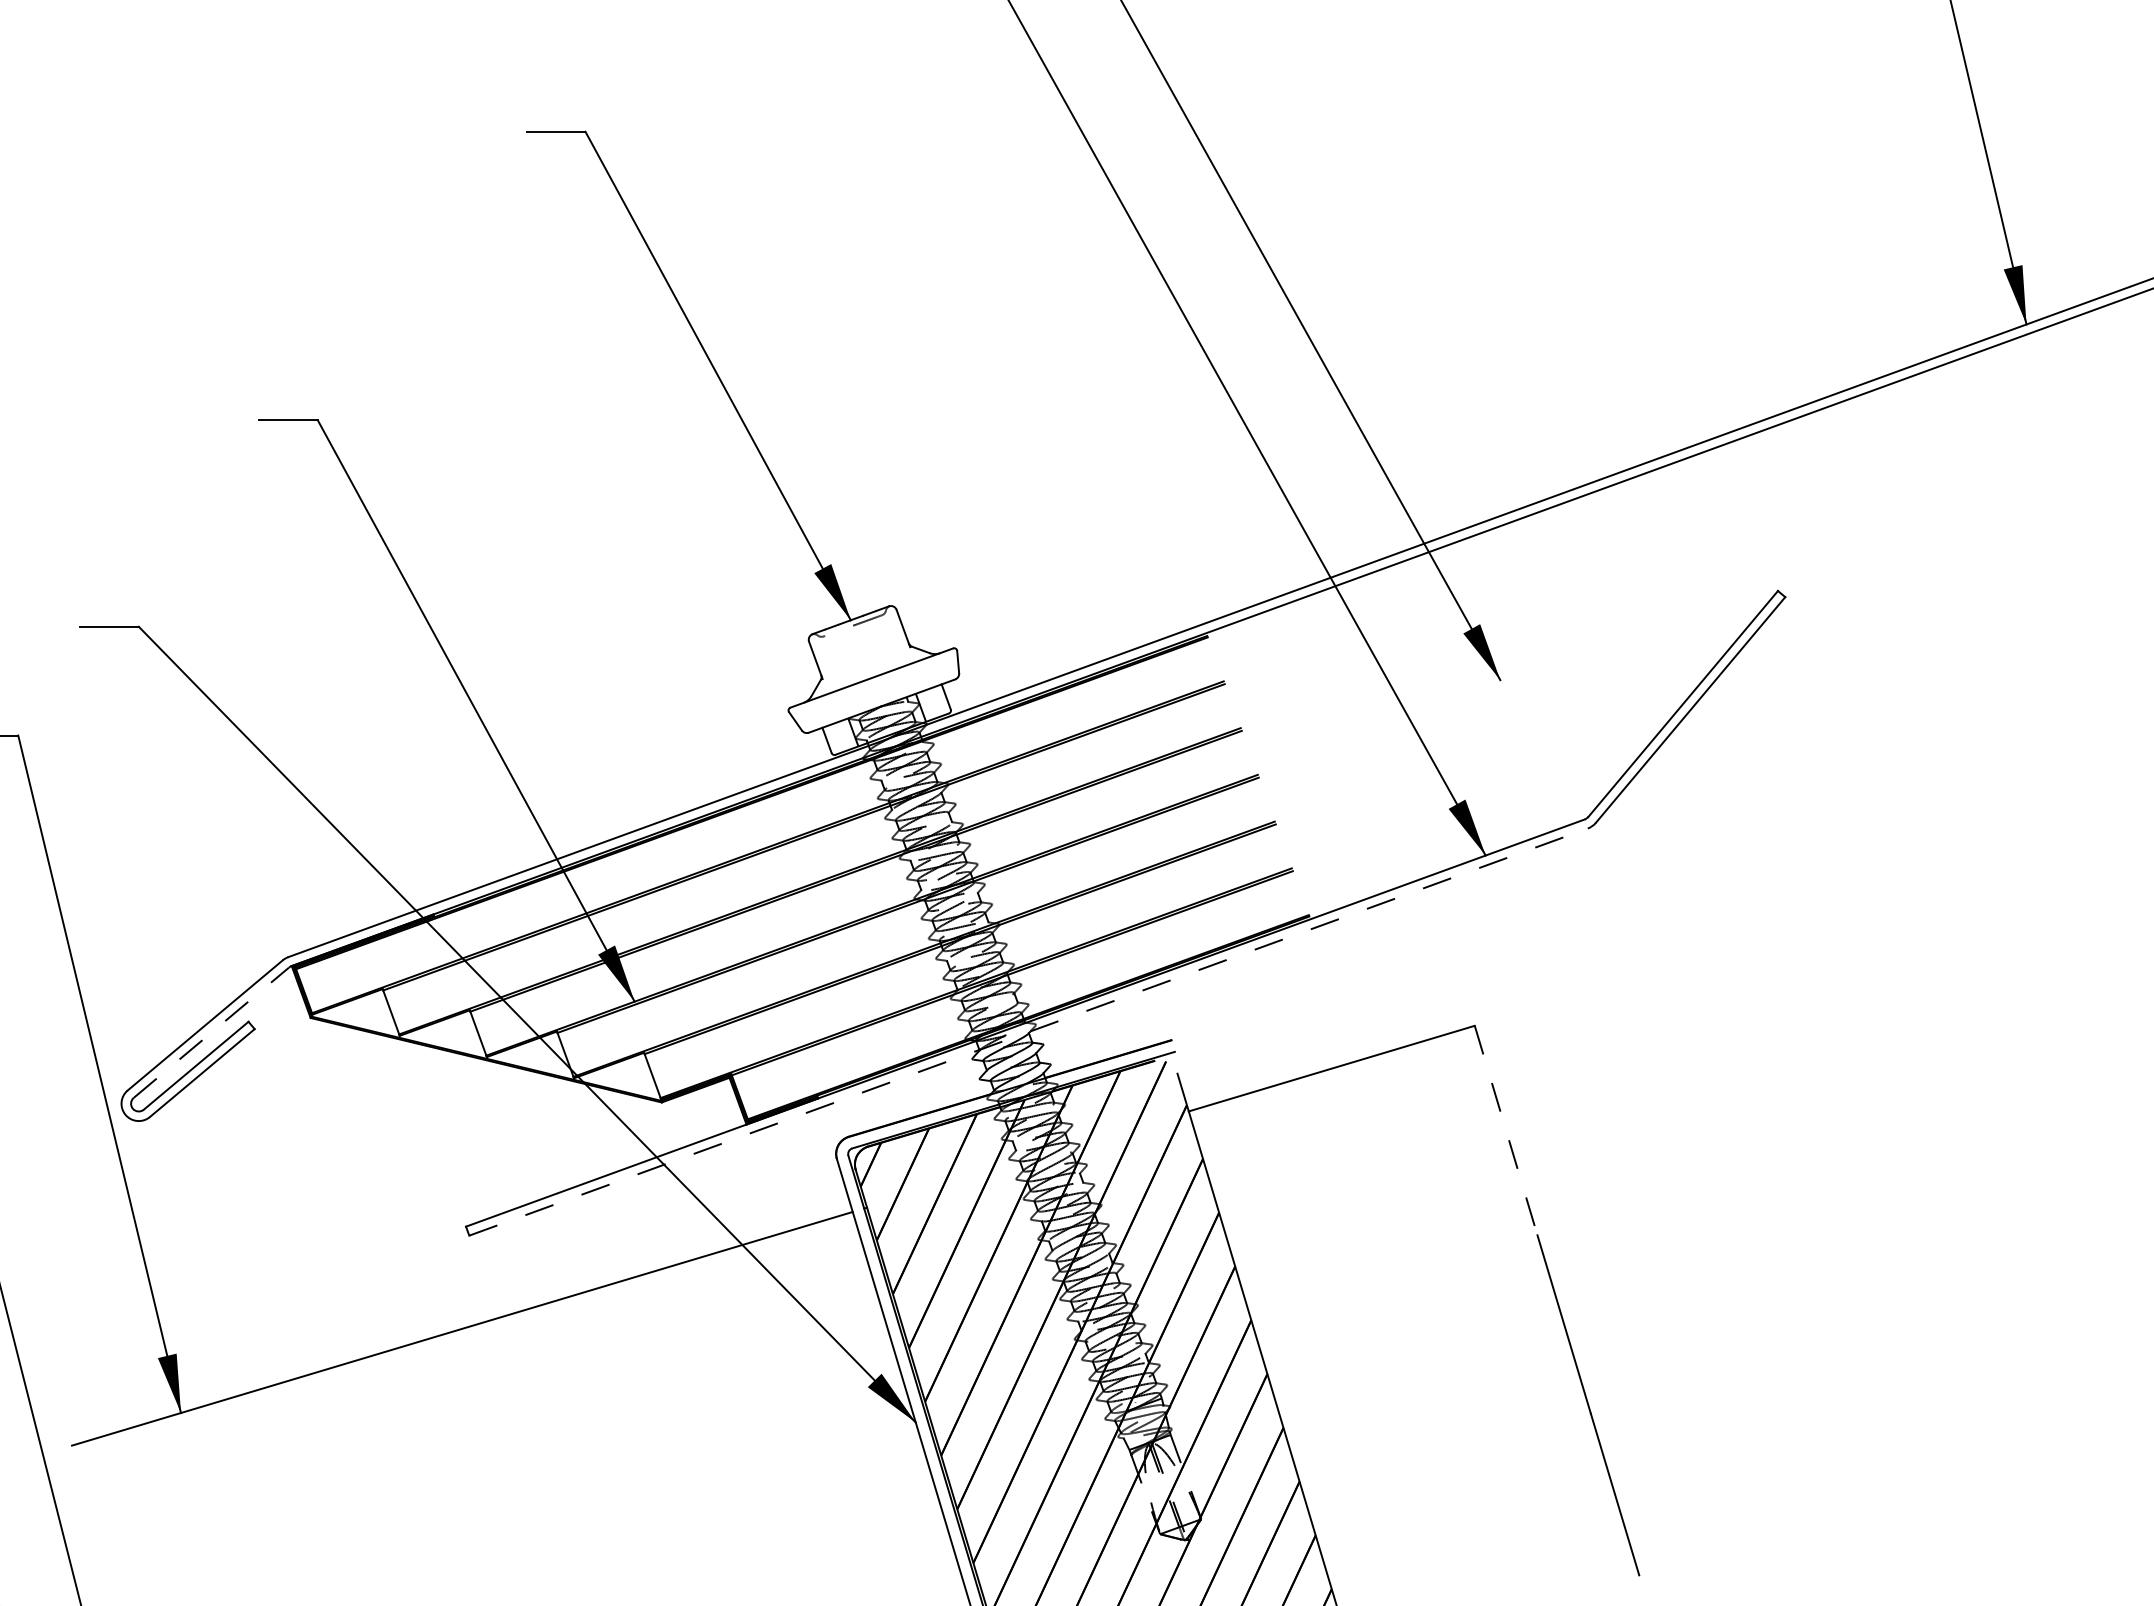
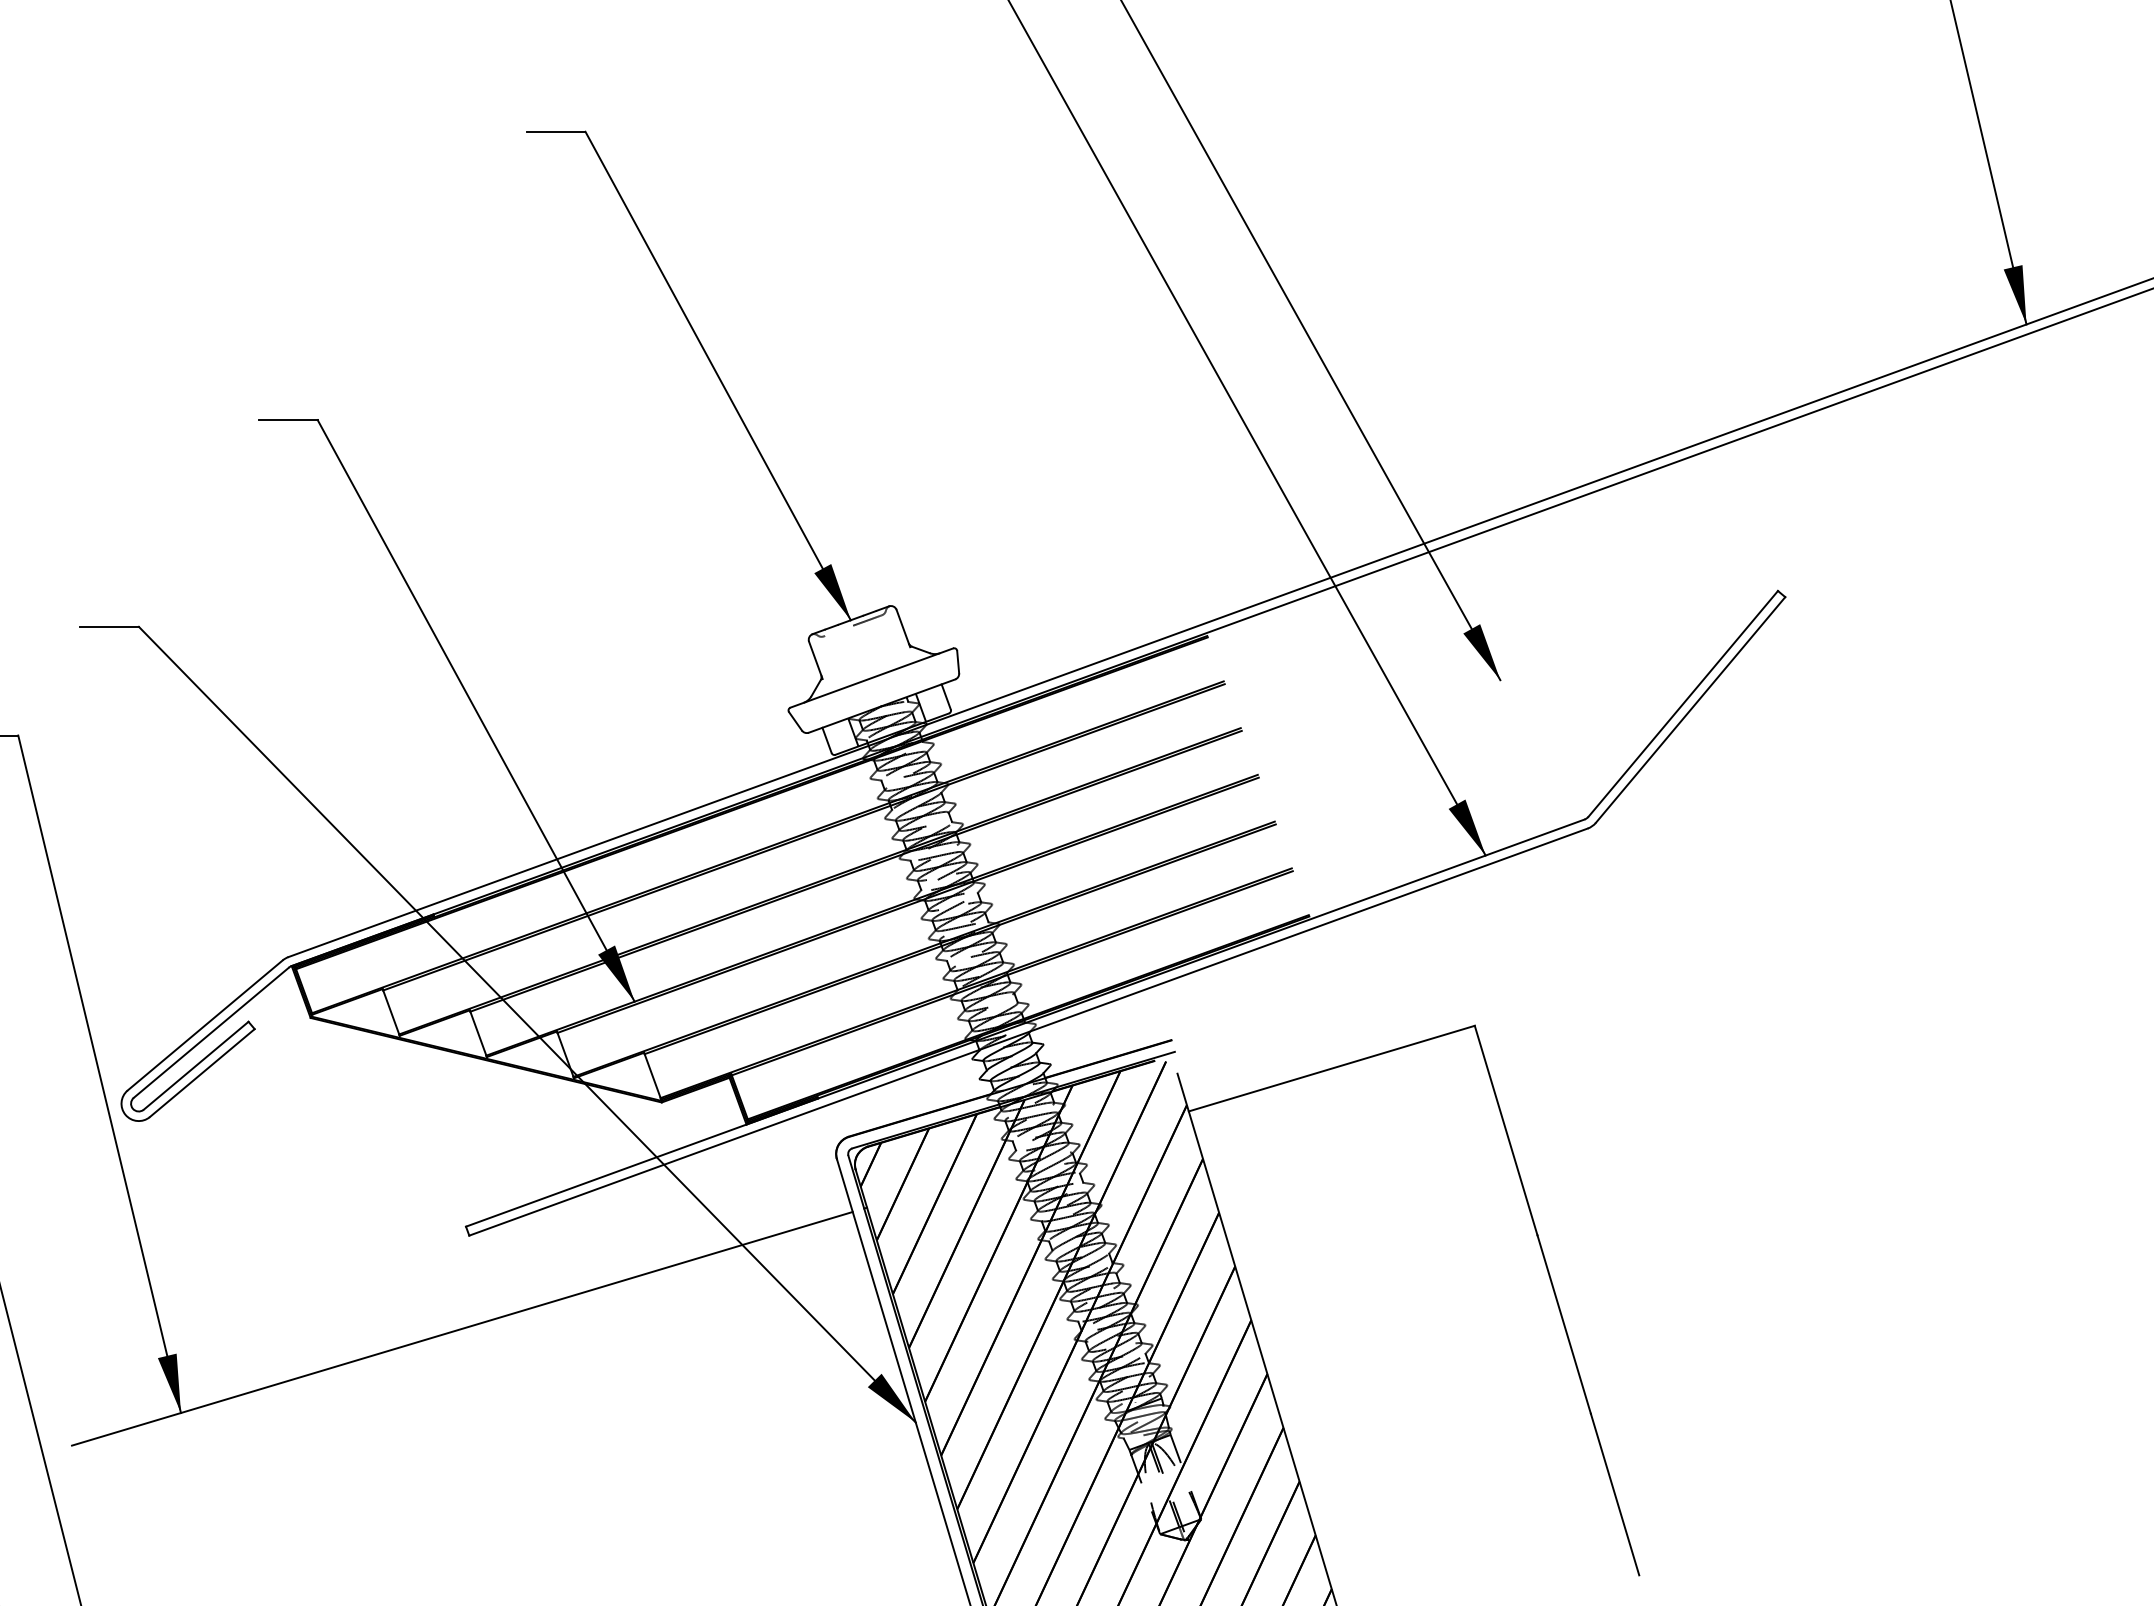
line at (1029, 1031): dashed -> solid
line at (211, 1032): dashed -> solid
line at (1506, 1131): dashed -> solid
